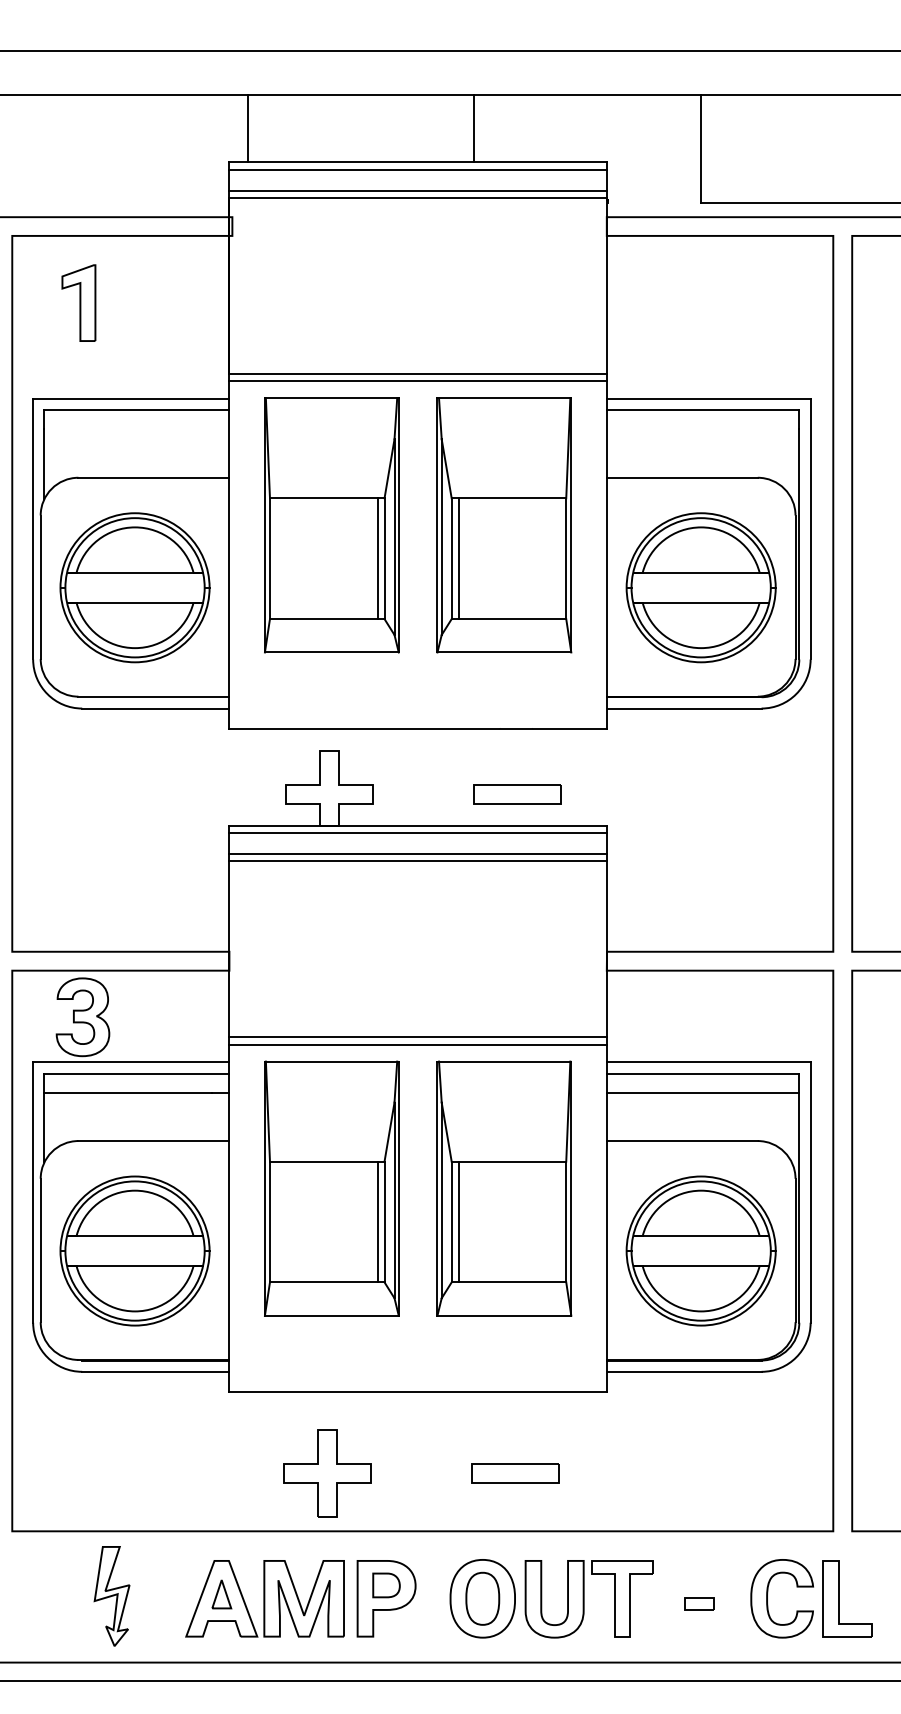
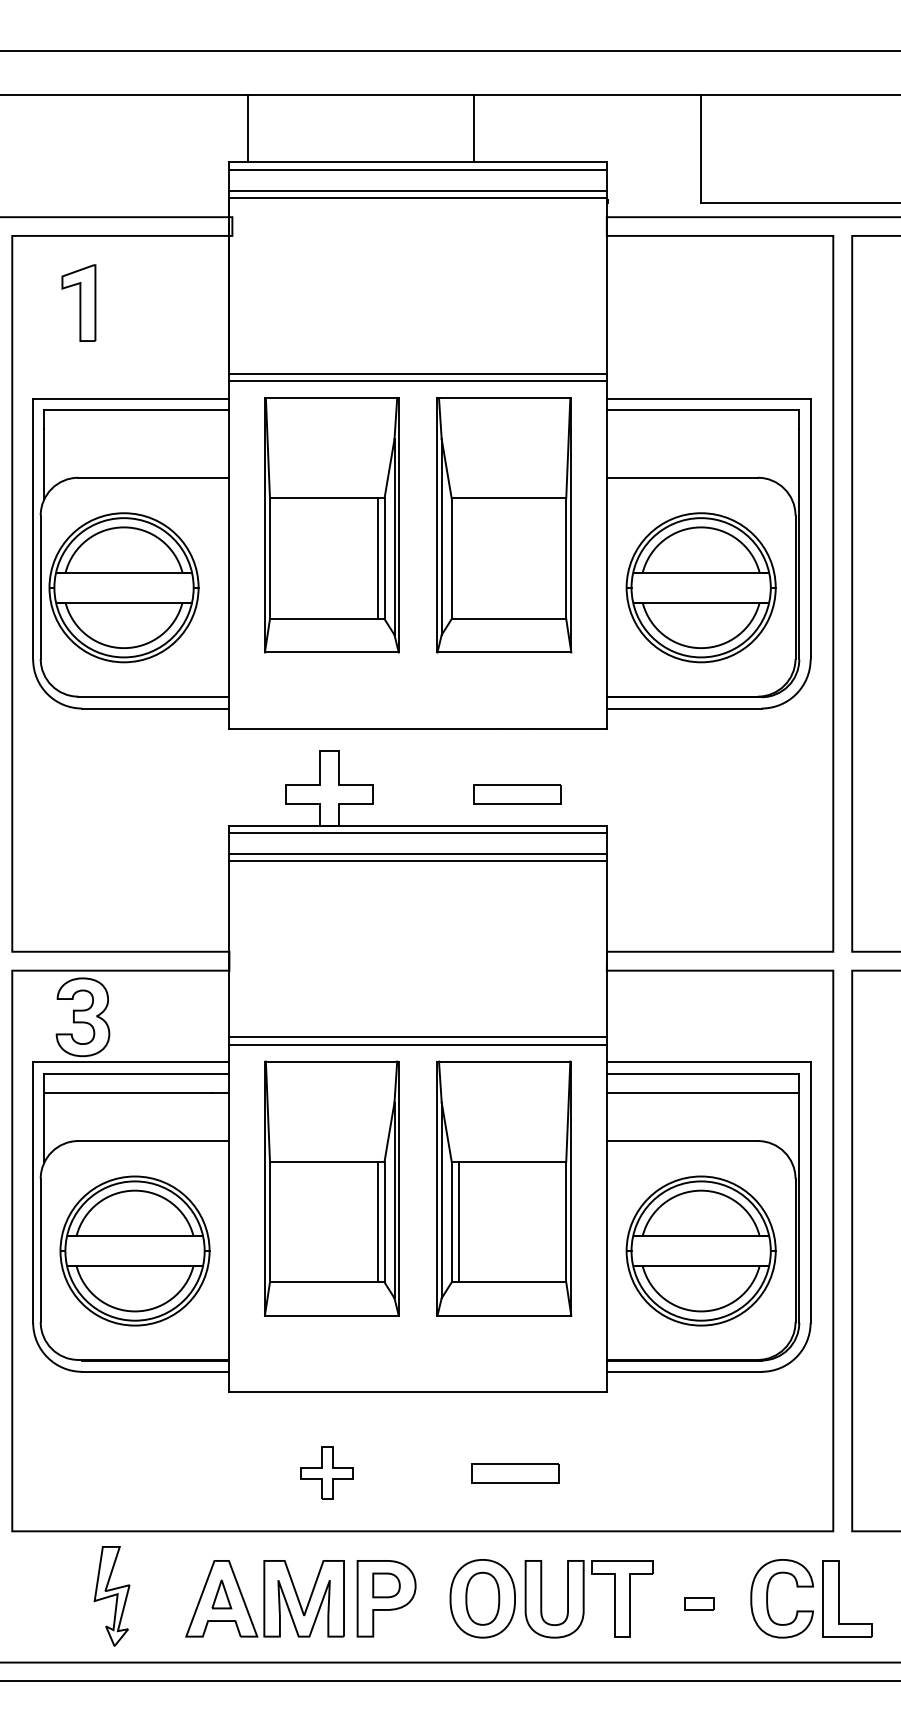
line at (458, 558): present -> none
part at (134, 587) position: (134, 587) -> (123, 587)
part at (327, 1473) size: 89x89 px -> 54x54 px
